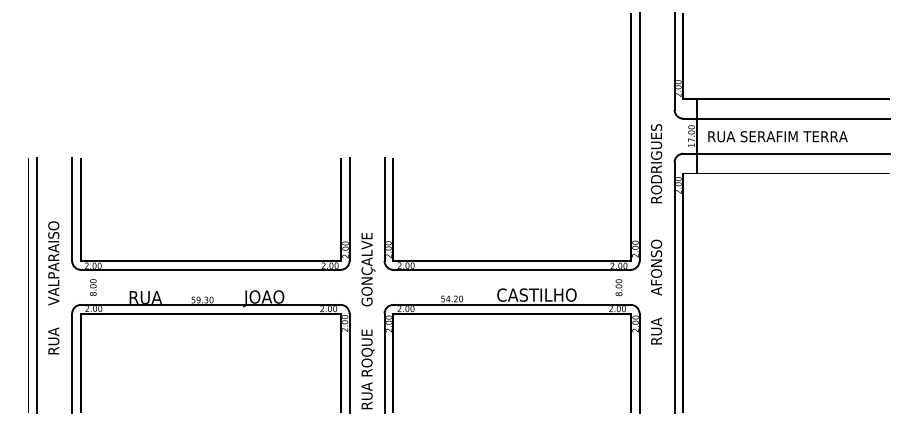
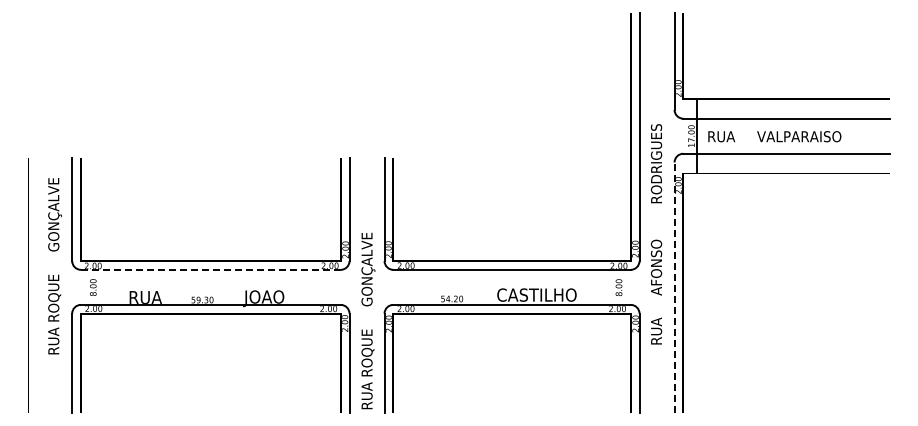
text at (793, 136): RUA SERAFIM TERRA -> RUA     VALPARAISO
text at (55, 249): RUA     VALPARAISO -> RUA ROQUE     GONÇALVE
line at (210, 269): solid -> dashed
line at (37, 285): present -> none
line at (674, 287): solid -> dashed
